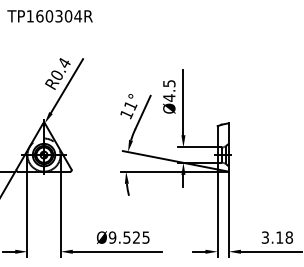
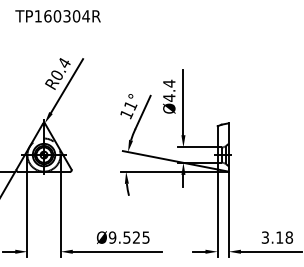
text at (49, 16) position: (49, 16) -> (57, 16)
text at (169, 83): Ø4.5 -> Ø4.4
